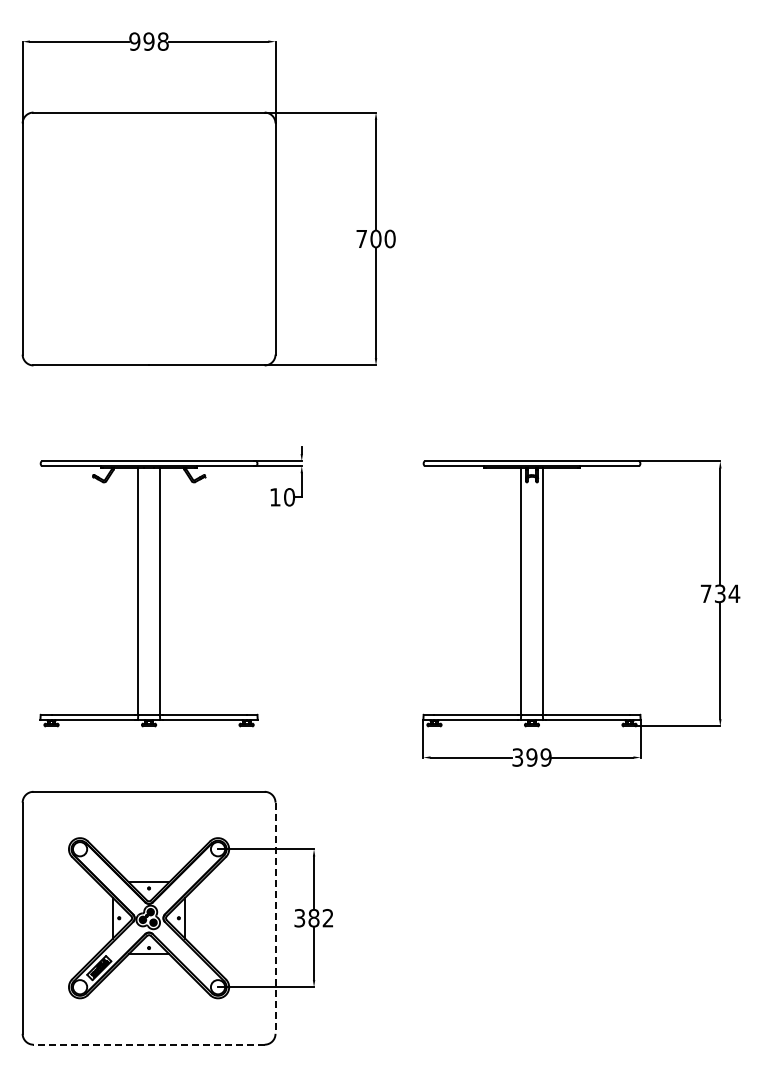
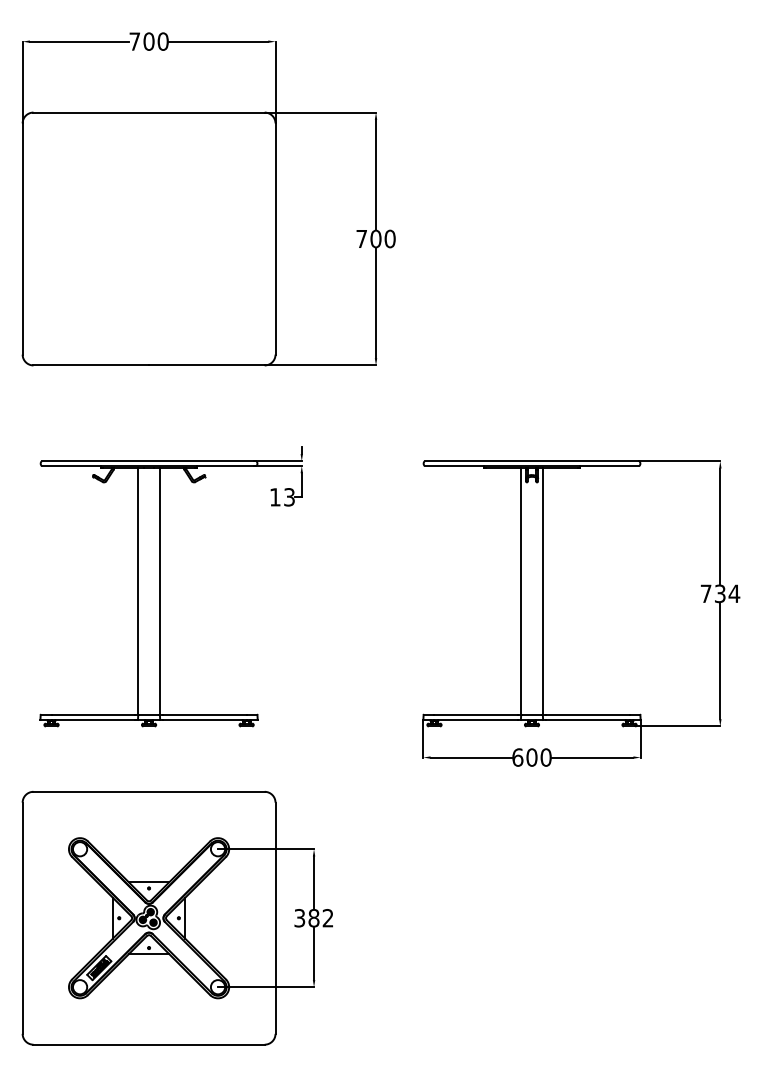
text at (148, 41): 998 -> 700
text at (289, 497): 10 -> 13
text at (531, 757): 399 -> 600
line at (275, 918): dashed -> solid
line at (149, 1044): dashed -> solid
